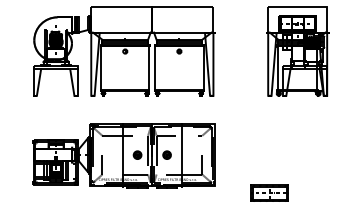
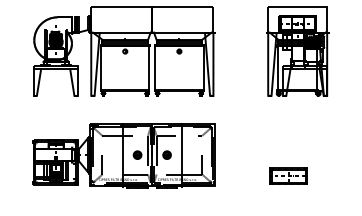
part at (269, 192) position: (269, 192) -> (288, 175)
